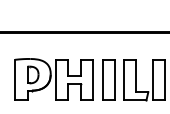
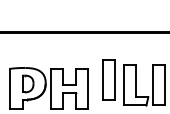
part at (53, 79) position: (53, 79) -> (48, 88)
part at (136, 80) position: (136, 80) -> (136, 85)
